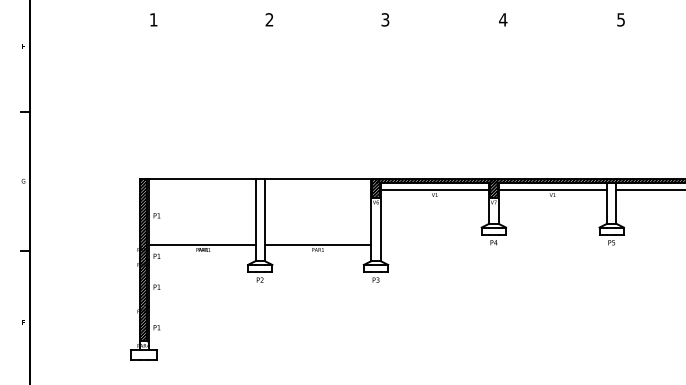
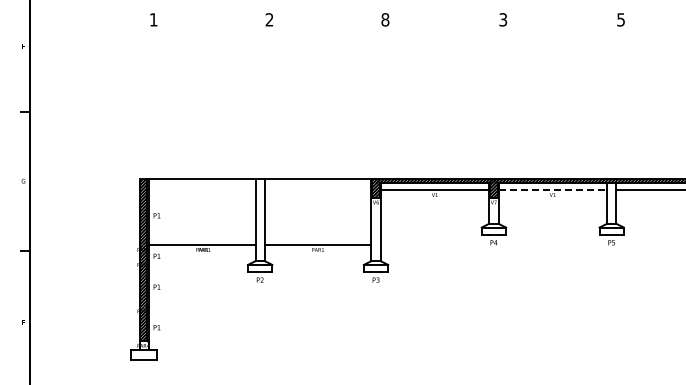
text at (385, 19): 3 -> 8
text at (503, 19): 4 -> 3
line at (553, 190): solid -> dashed
